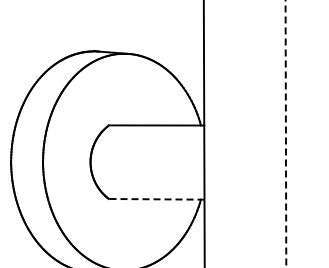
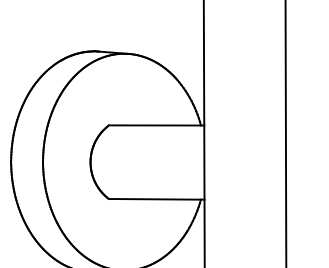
line at (285, 134): dashed -> solid
line at (156, 199): dashed -> solid
